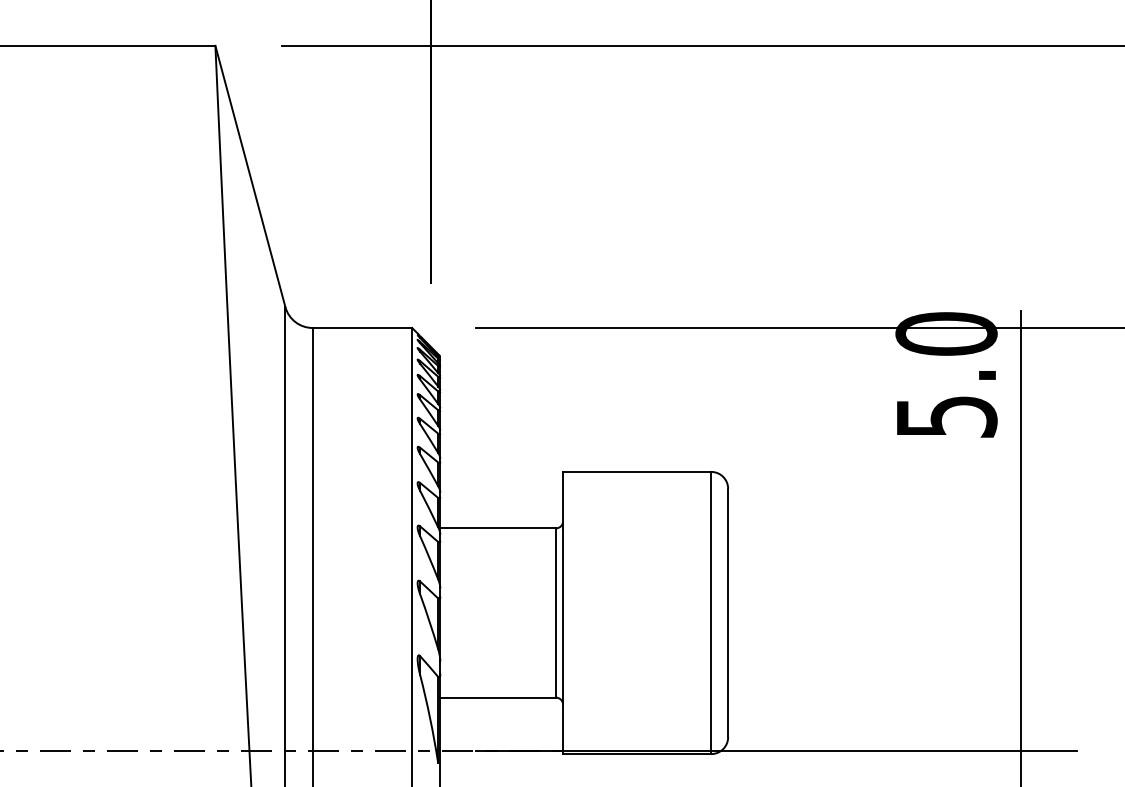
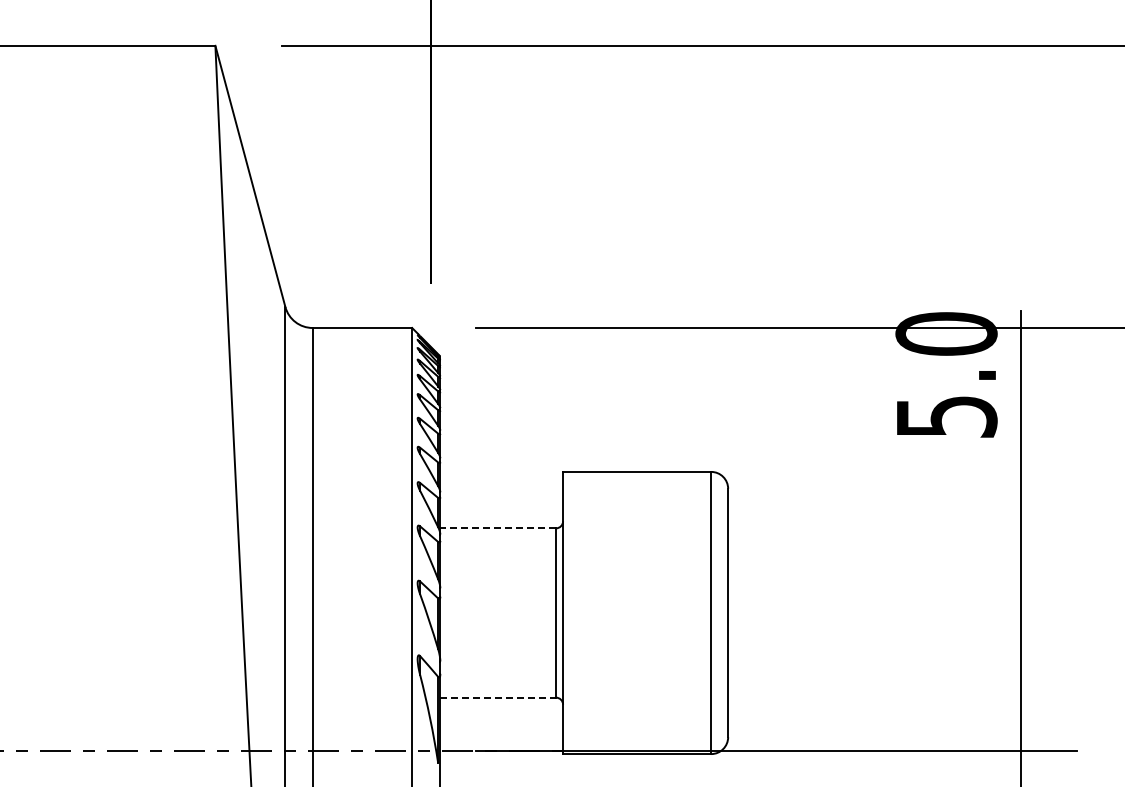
line at (498, 528): solid -> dashed
line at (498, 697): solid -> dashed
